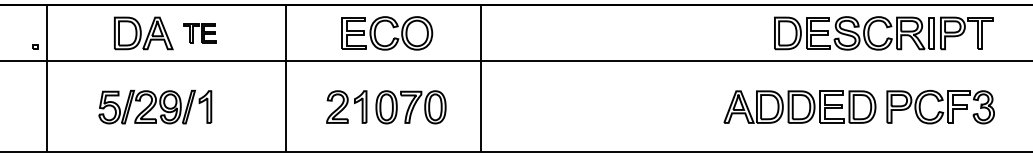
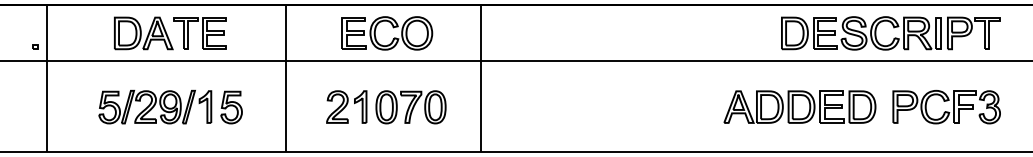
part at (199, 33) size: 34x21 px -> 54x33 px
part at (883, 33) position: (883, 33) -> (890, 33)
part at (231, 107): none -> present
part at (940, 107) position: (940, 107) -> (946, 107)
